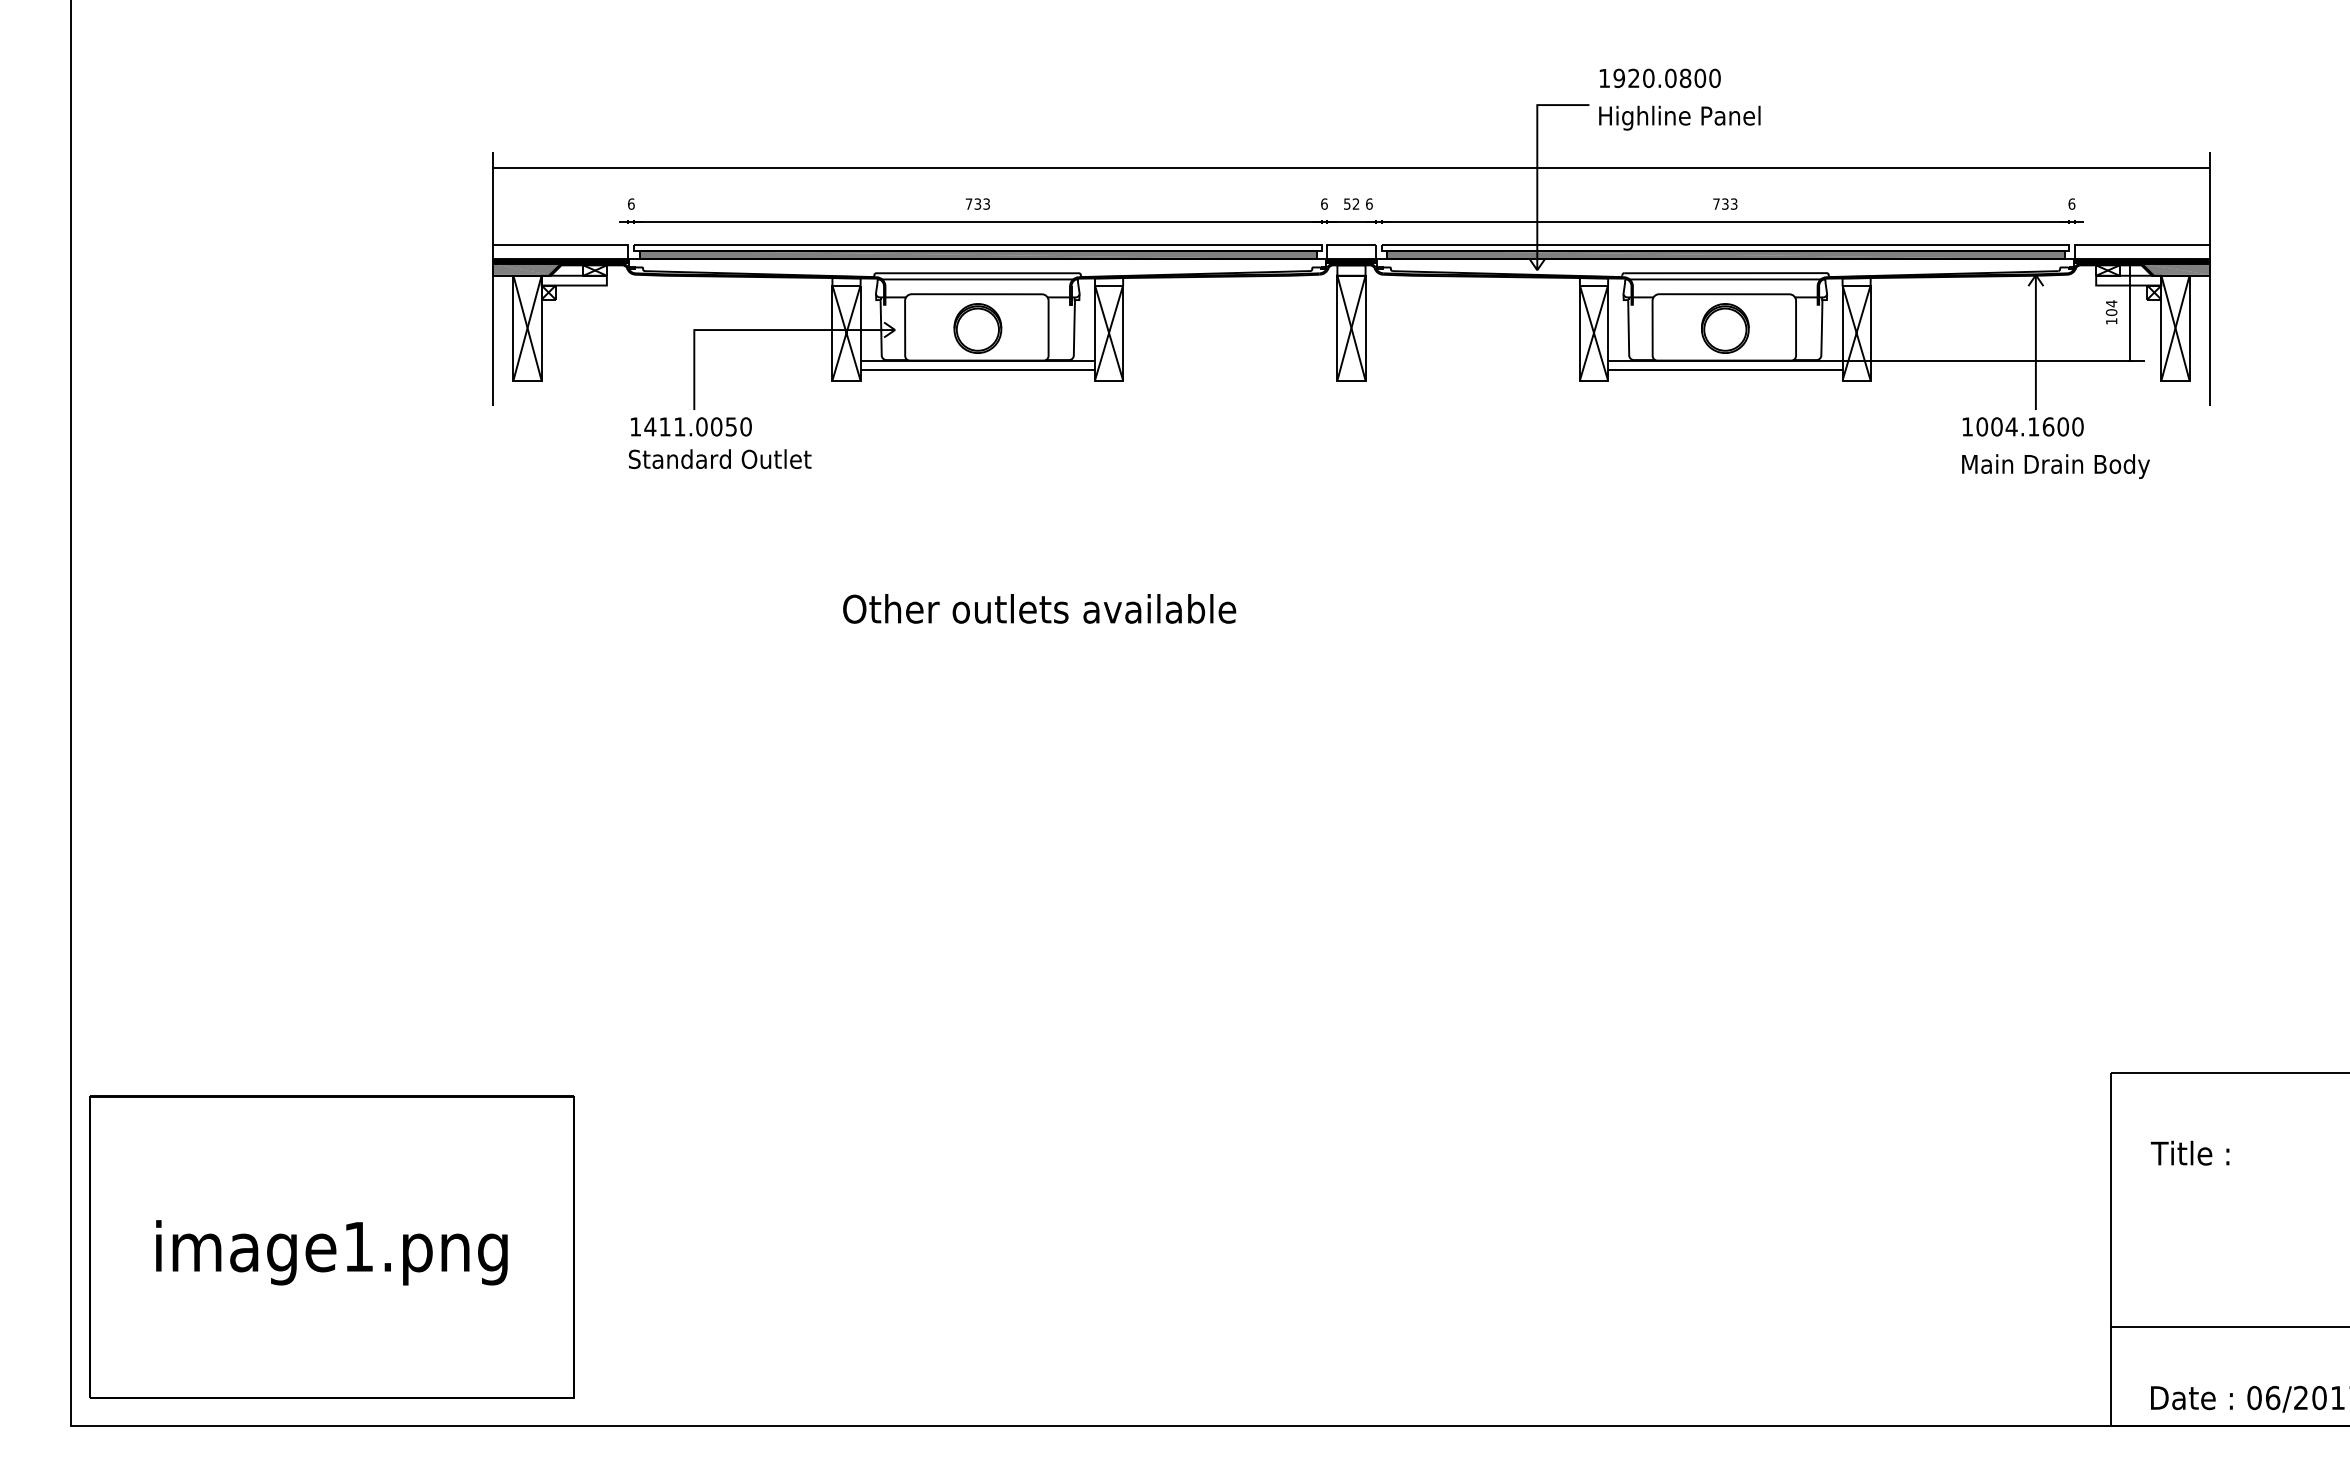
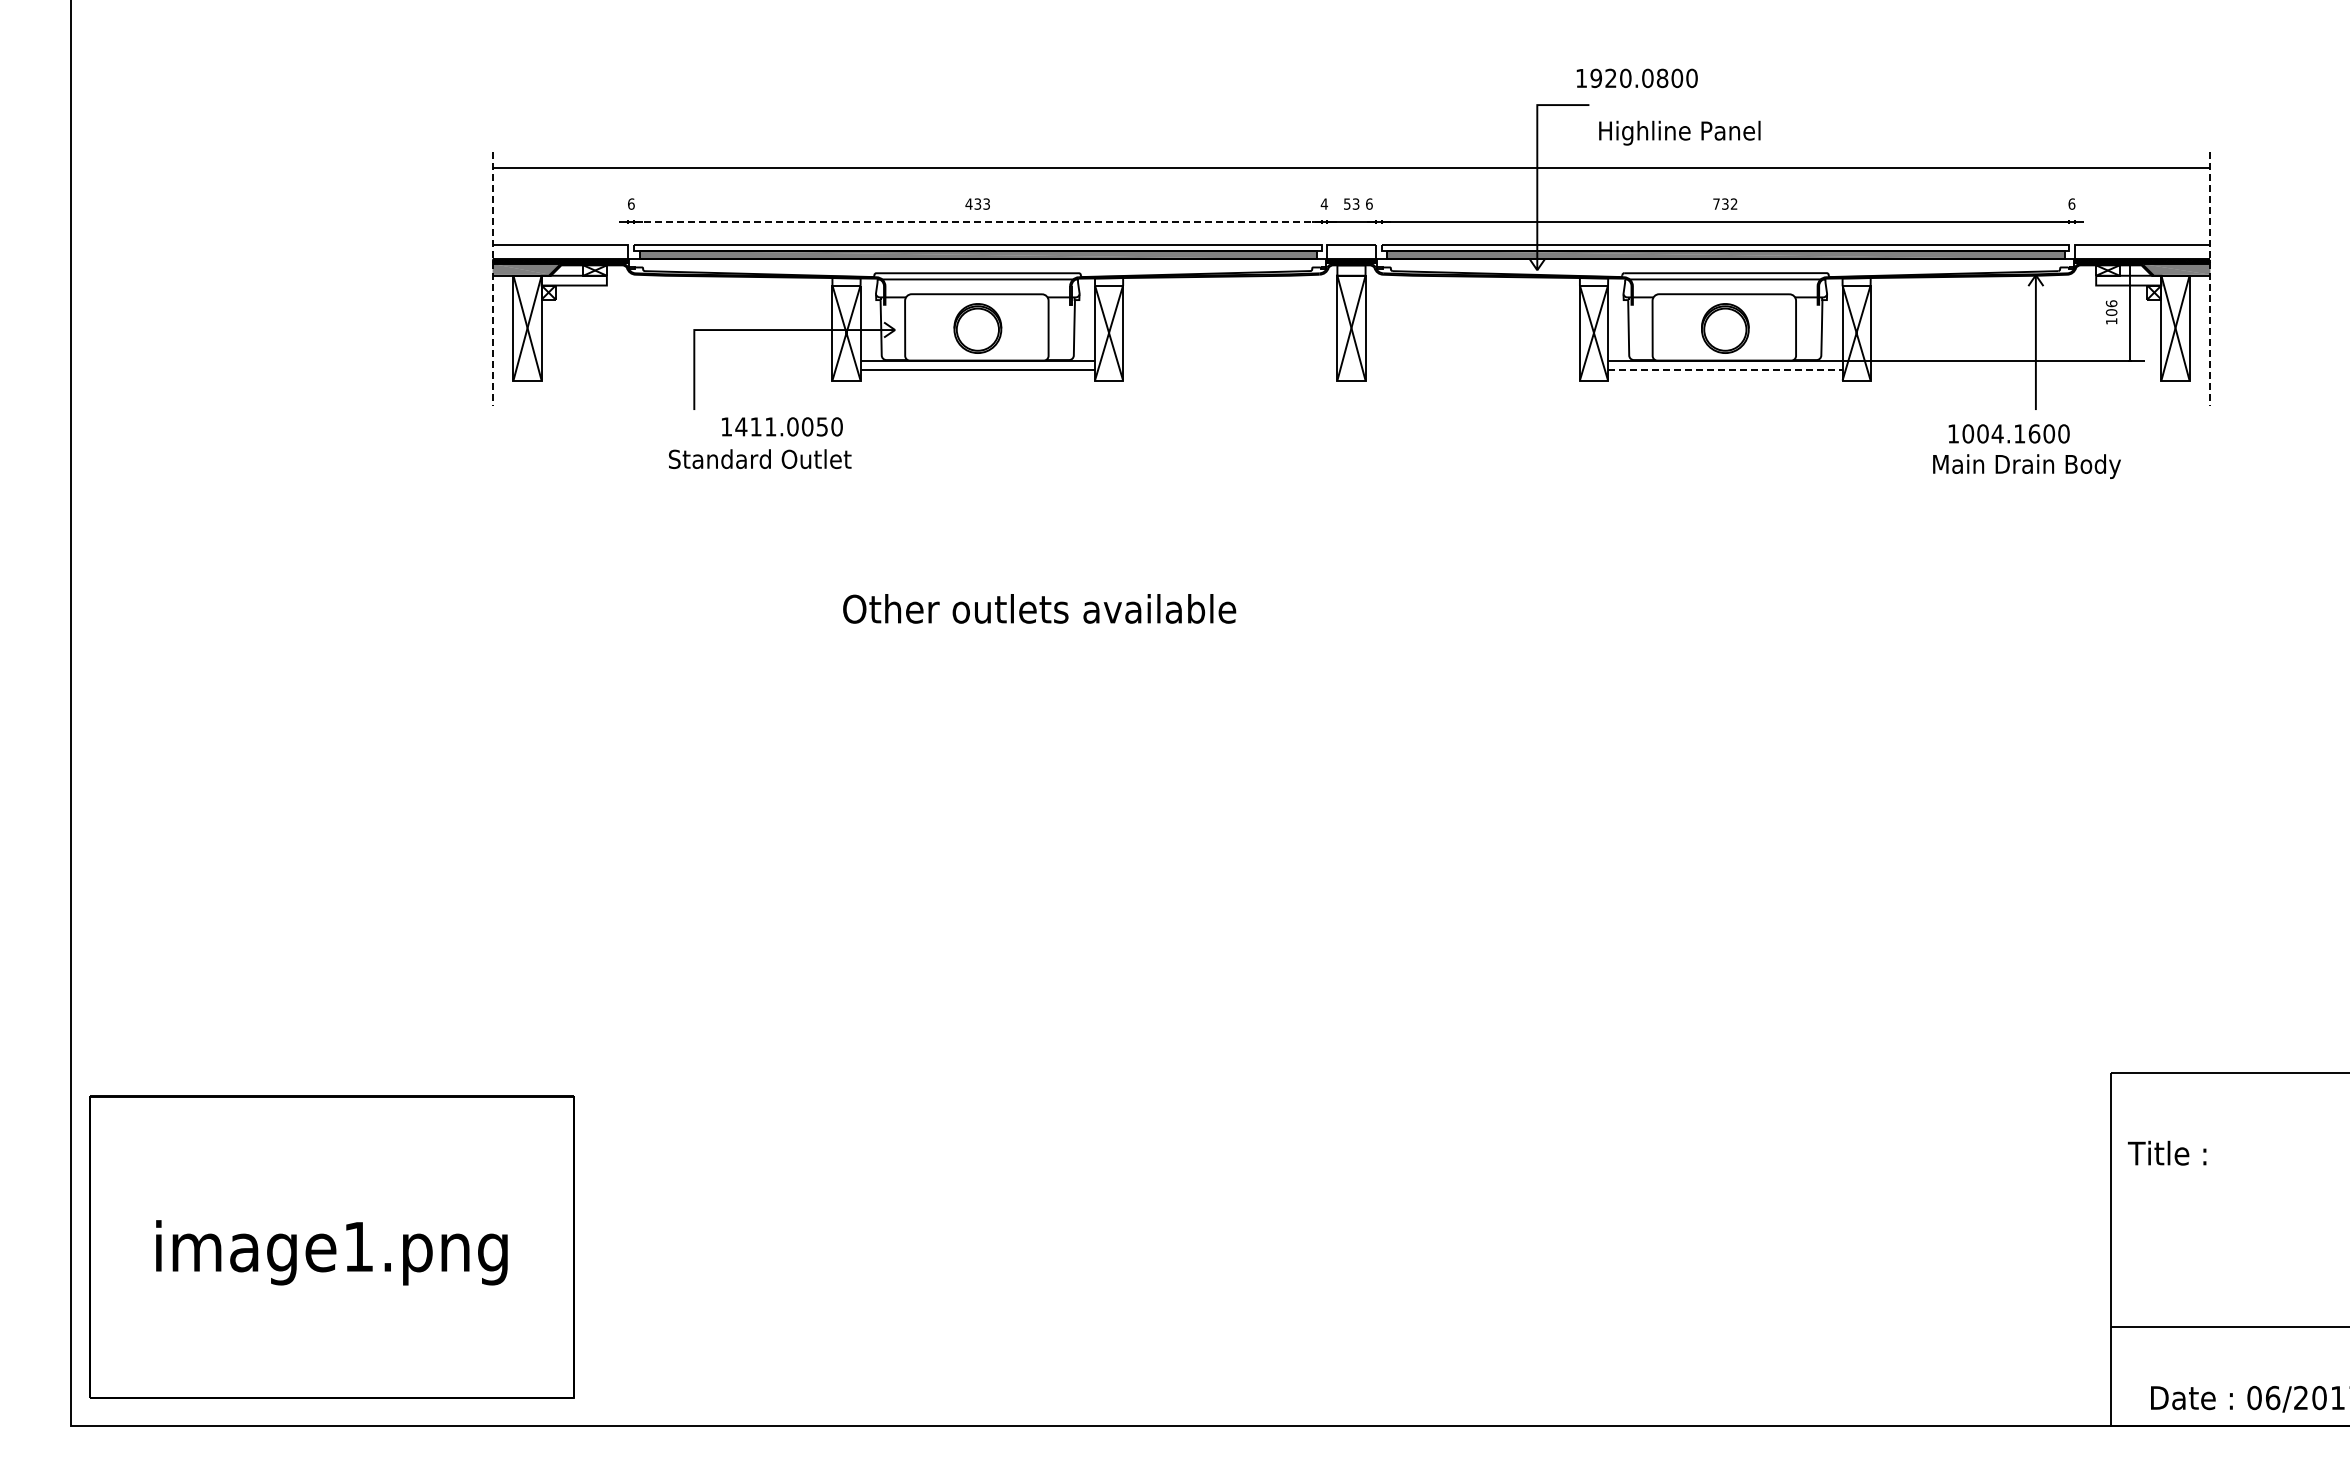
text at (1659, 78) position: (1659, 78) -> (1636, 78)
text at (1679, 117) position: (1679, 117) -> (1679, 132)
text at (968, 203): 733 -> 433
text at (1324, 203): 6 -> 4
text at (1355, 203): 52 -> 53
text at (1734, 204): 733 -> 732
line at (977, 222): solid -> dashed
line at (492, 279): solid -> dashed
line at (2210, 279): solid -> dashed
text at (2111, 303): 104 -> 106
line at (1725, 369): solid -> dashed
text at (691, 426) position: (691, 426) -> (782, 426)
text at (2022, 426) position: (2022, 426) -> (2008, 433)
text at (720, 458) position: (720, 458) -> (760, 458)
text at (2055, 466) position: (2055, 466) -> (2026, 466)
text at (2190, 1152) position: (2190, 1152) -> (2167, 1152)
